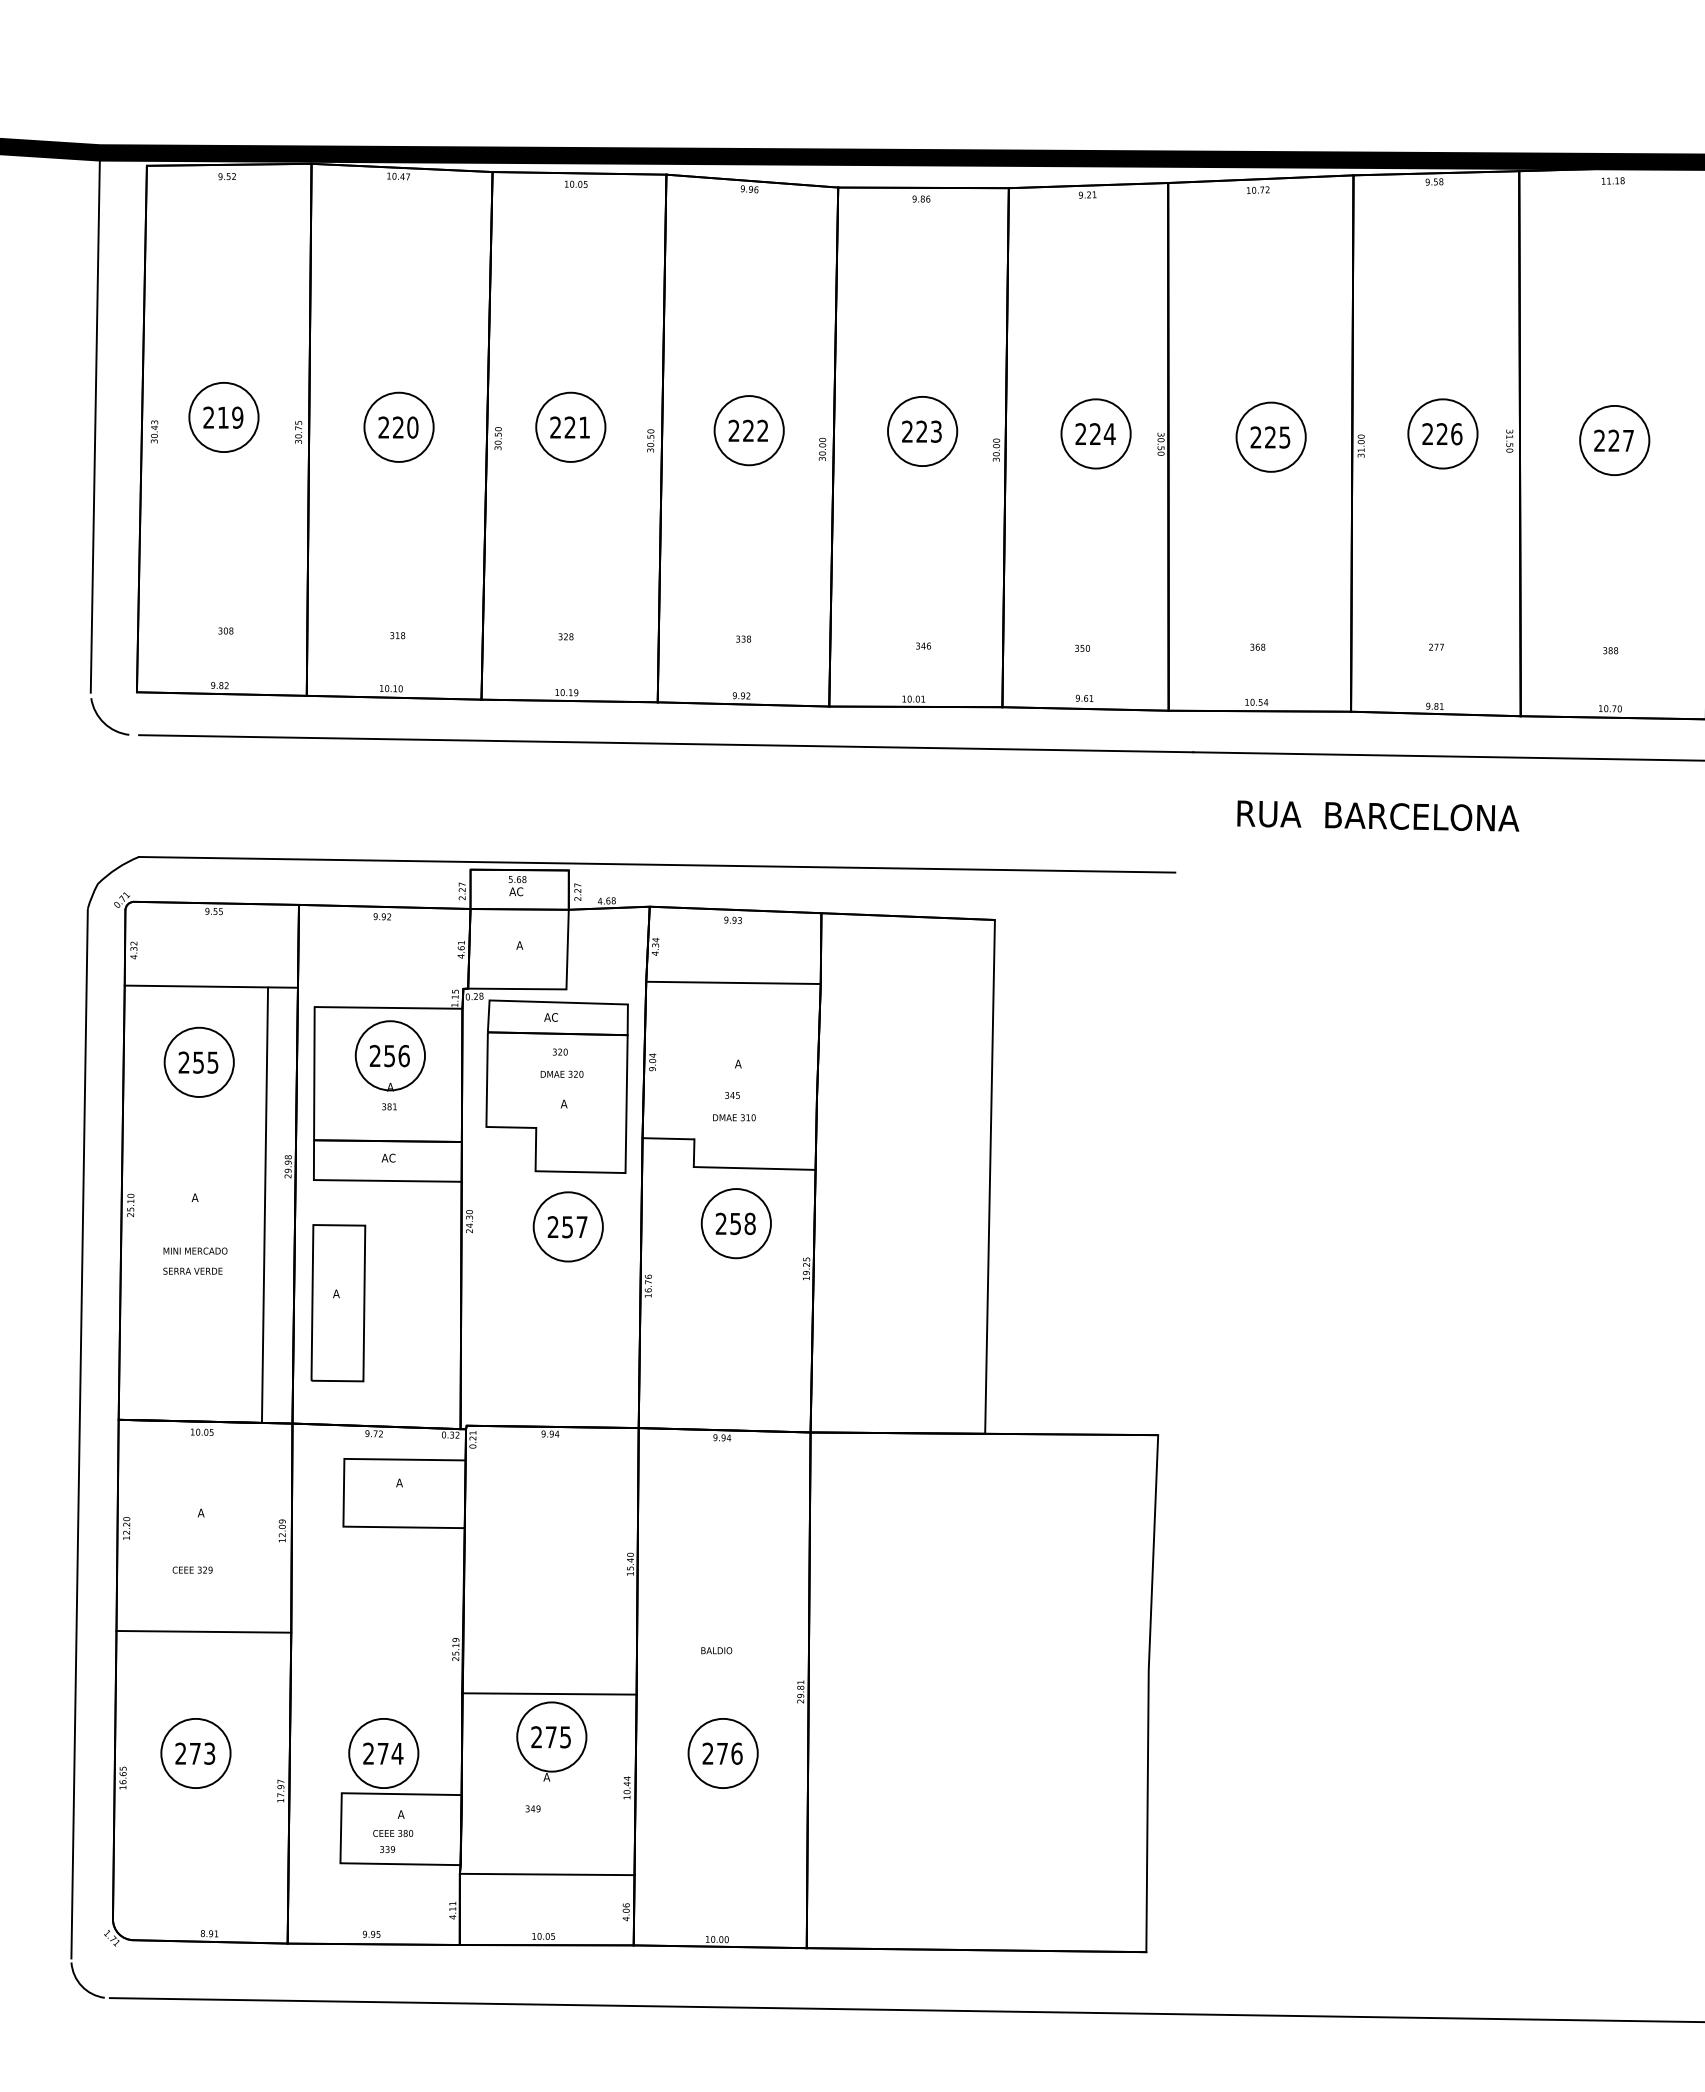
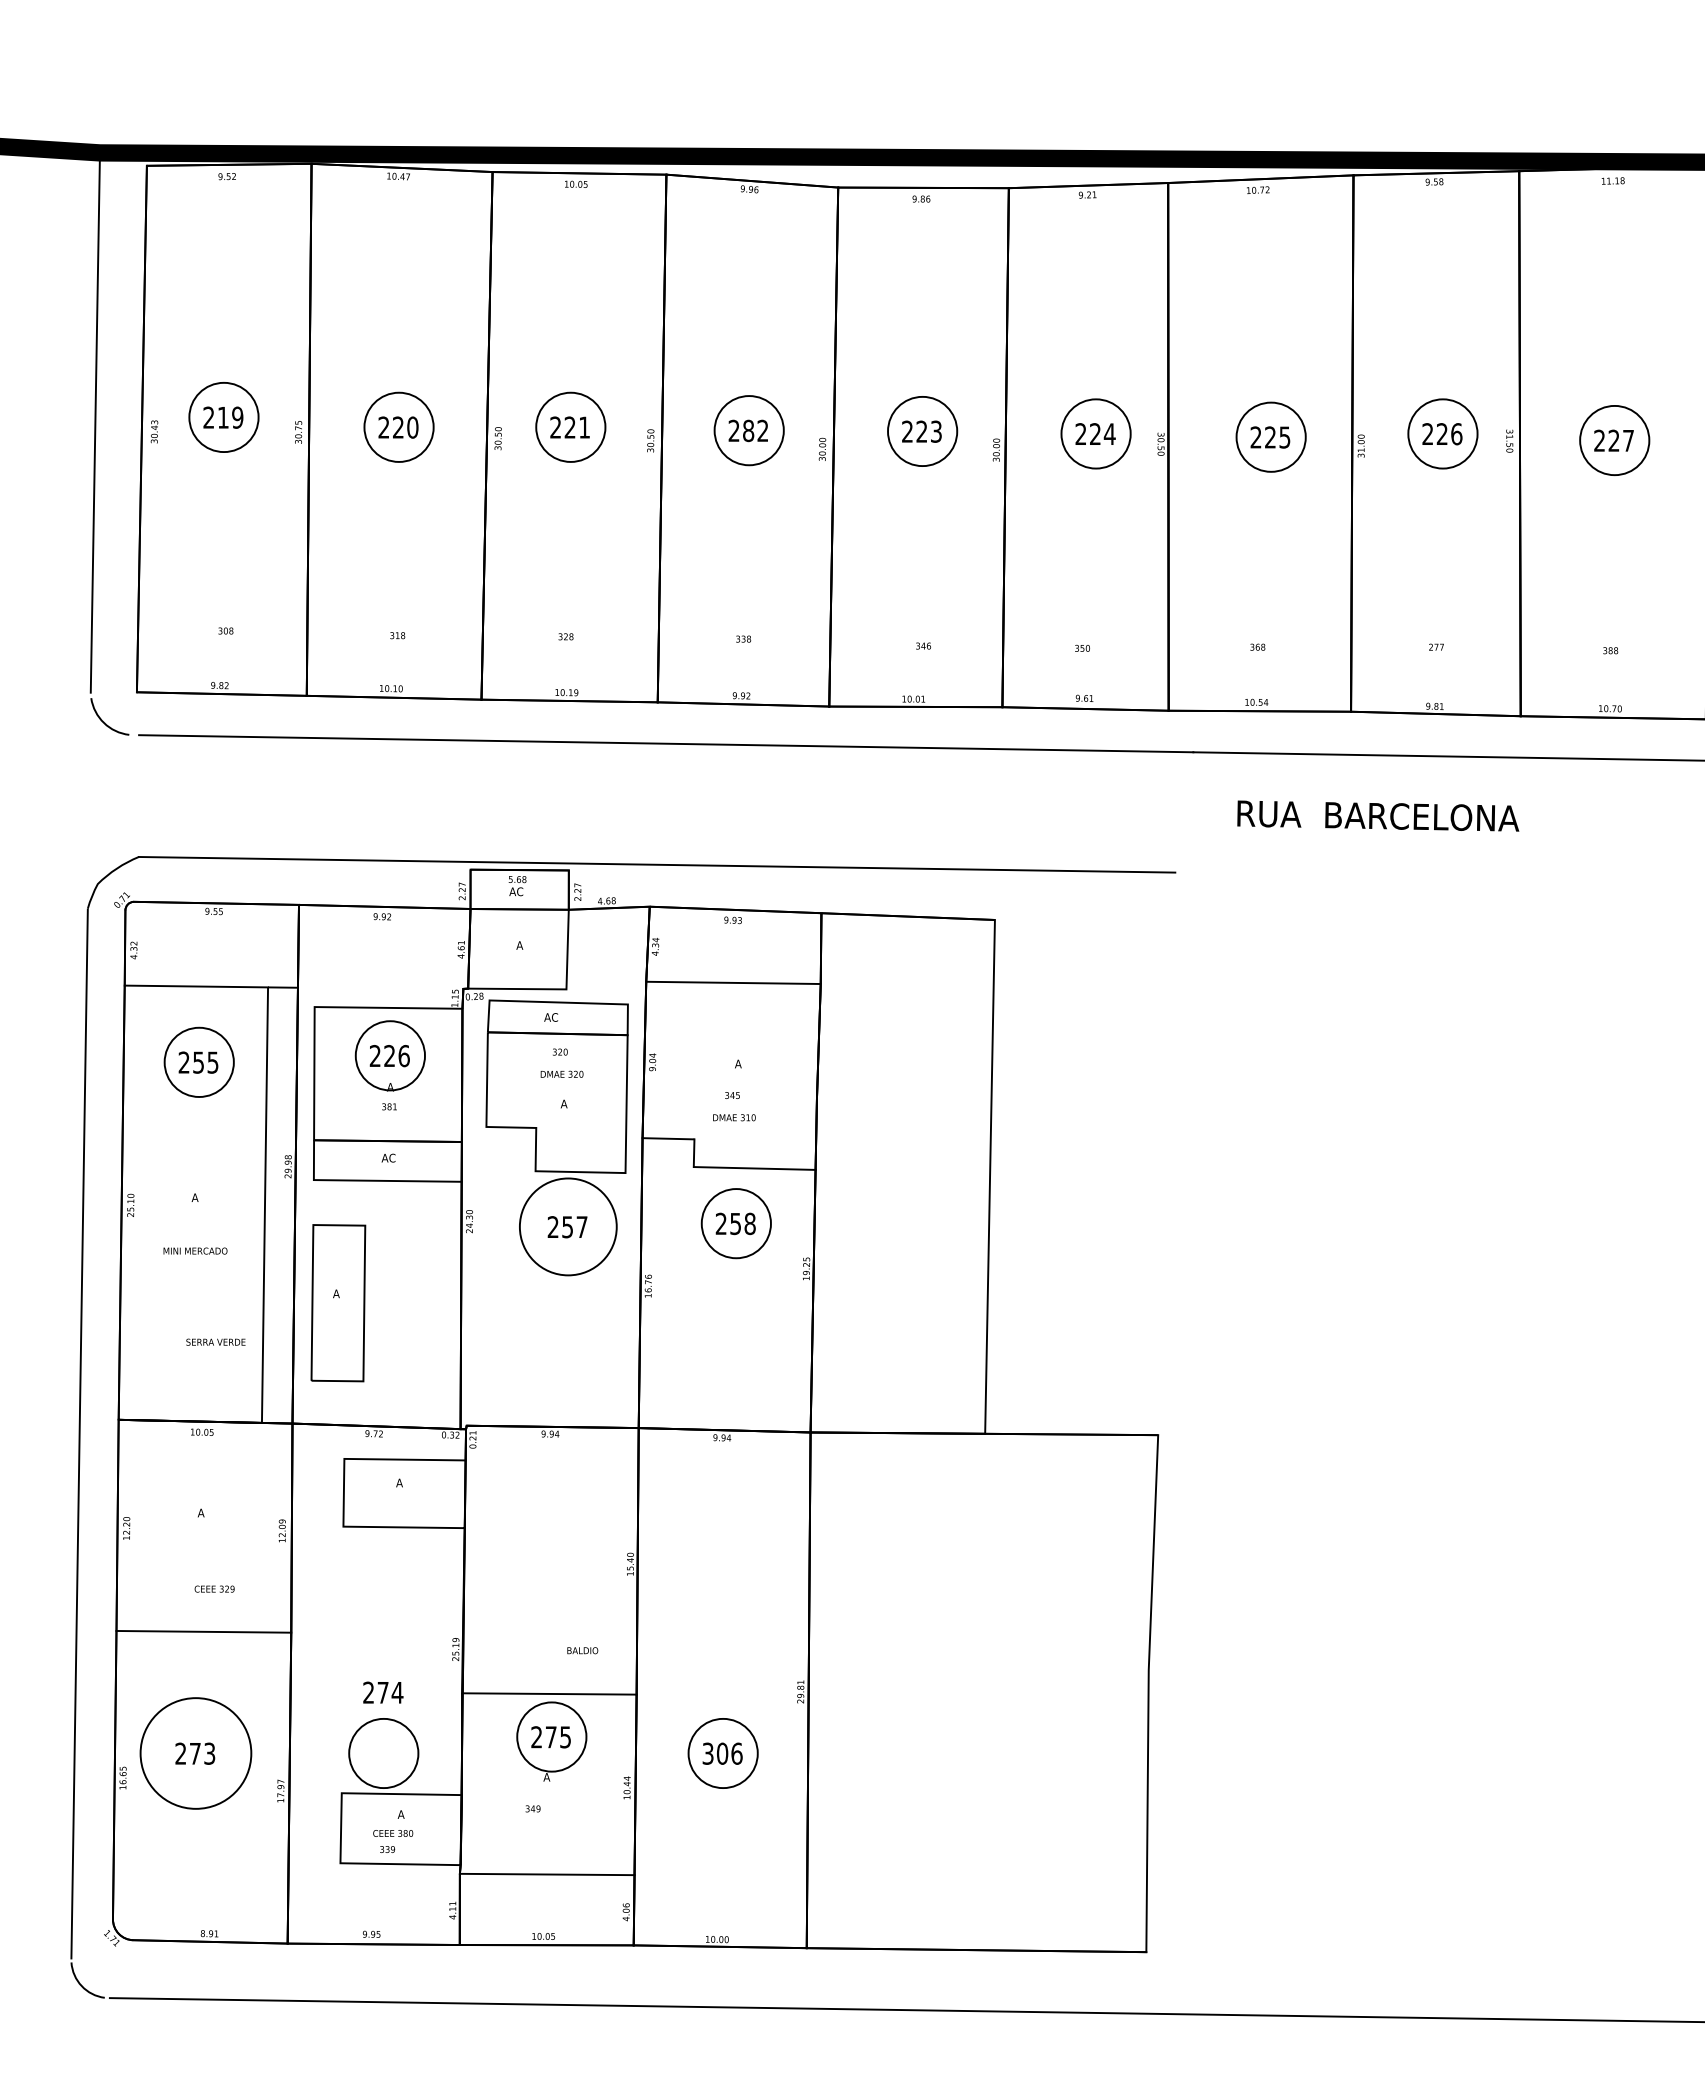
text at (748, 430): 222 -> 282
text at (389, 1056): 256 -> 226
circle at (567, 1226) diameter: 69 px -> 97 px
text at (192, 1270) position: (192, 1270) -> (215, 1341)
text at (192, 1569) position: (192, 1569) -> (214, 1588)
text at (716, 1650) position: (716, 1650) -> (582, 1650)
circle at (195, 1753) diameter: 69 px -> 111 px
text at (383, 1753) position: (383, 1753) -> (383, 1692)
text at (715, 1753): 276 -> 306
